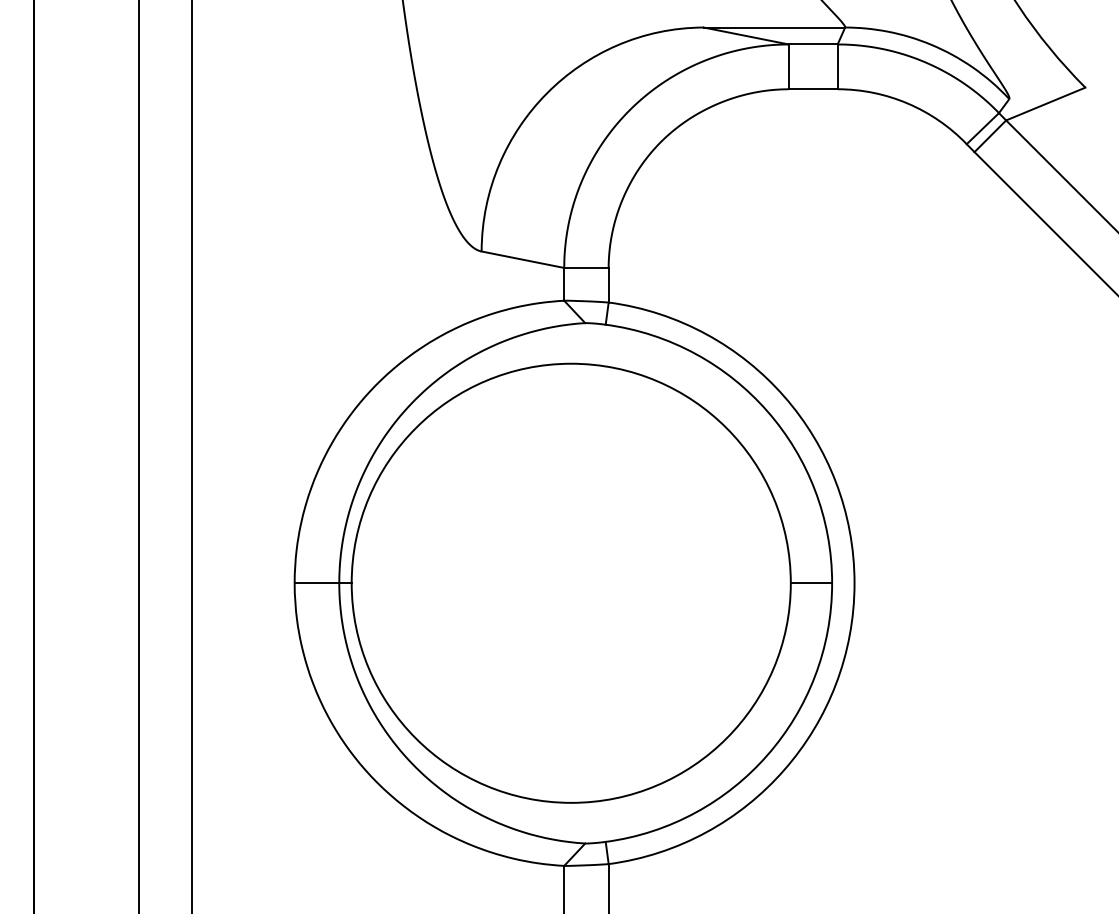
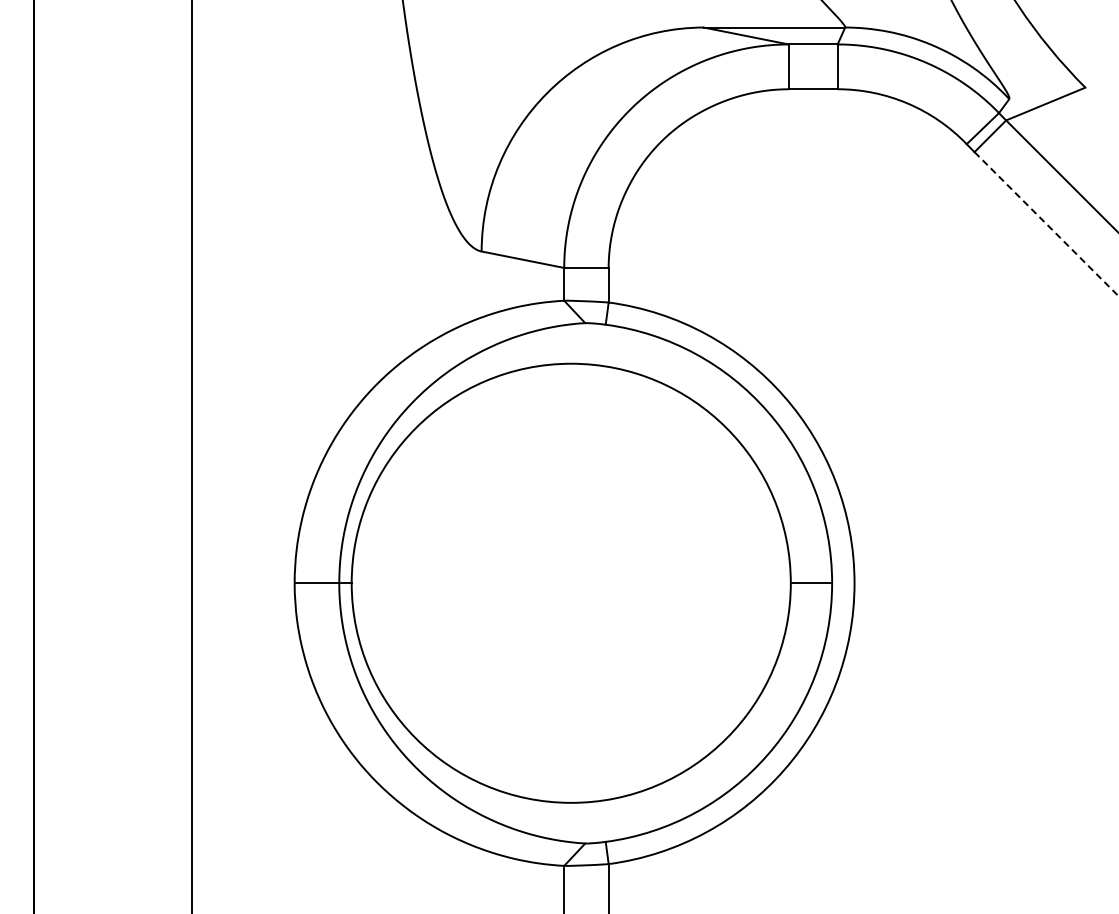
line at (1046, 224): solid -> dashed
line at (138, 456): present -> none
